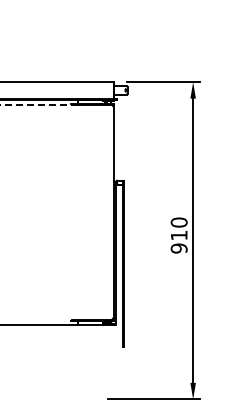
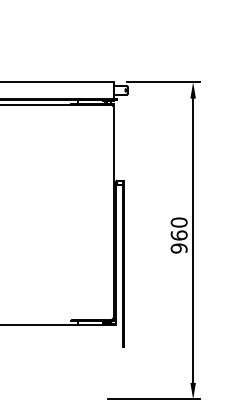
line at (35, 104): dashed -> solid
text at (178, 235): 910 -> 960
